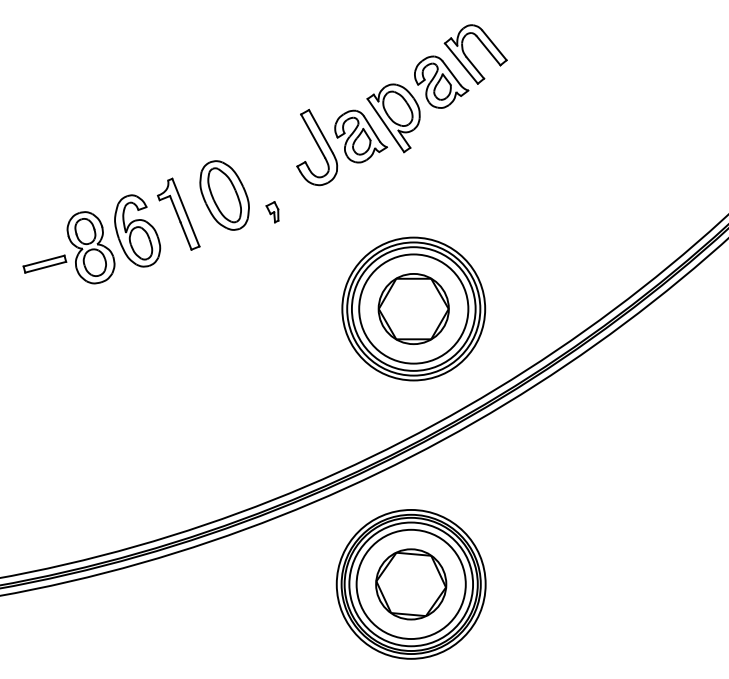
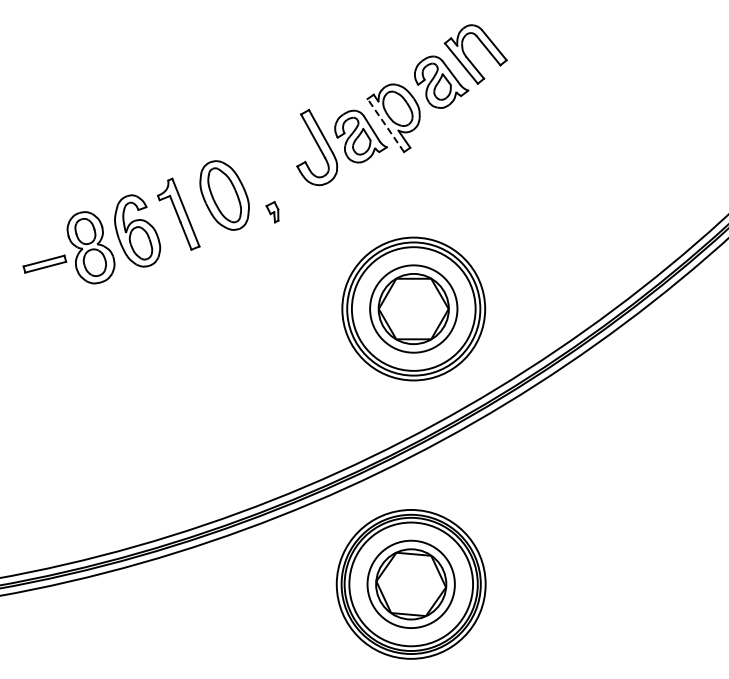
line at (385, 125): solid -> dashed
circle at (413, 308) diameter: 109 px -> 87 px
circle at (410, 584) diameter: 109 px -> 87 px
